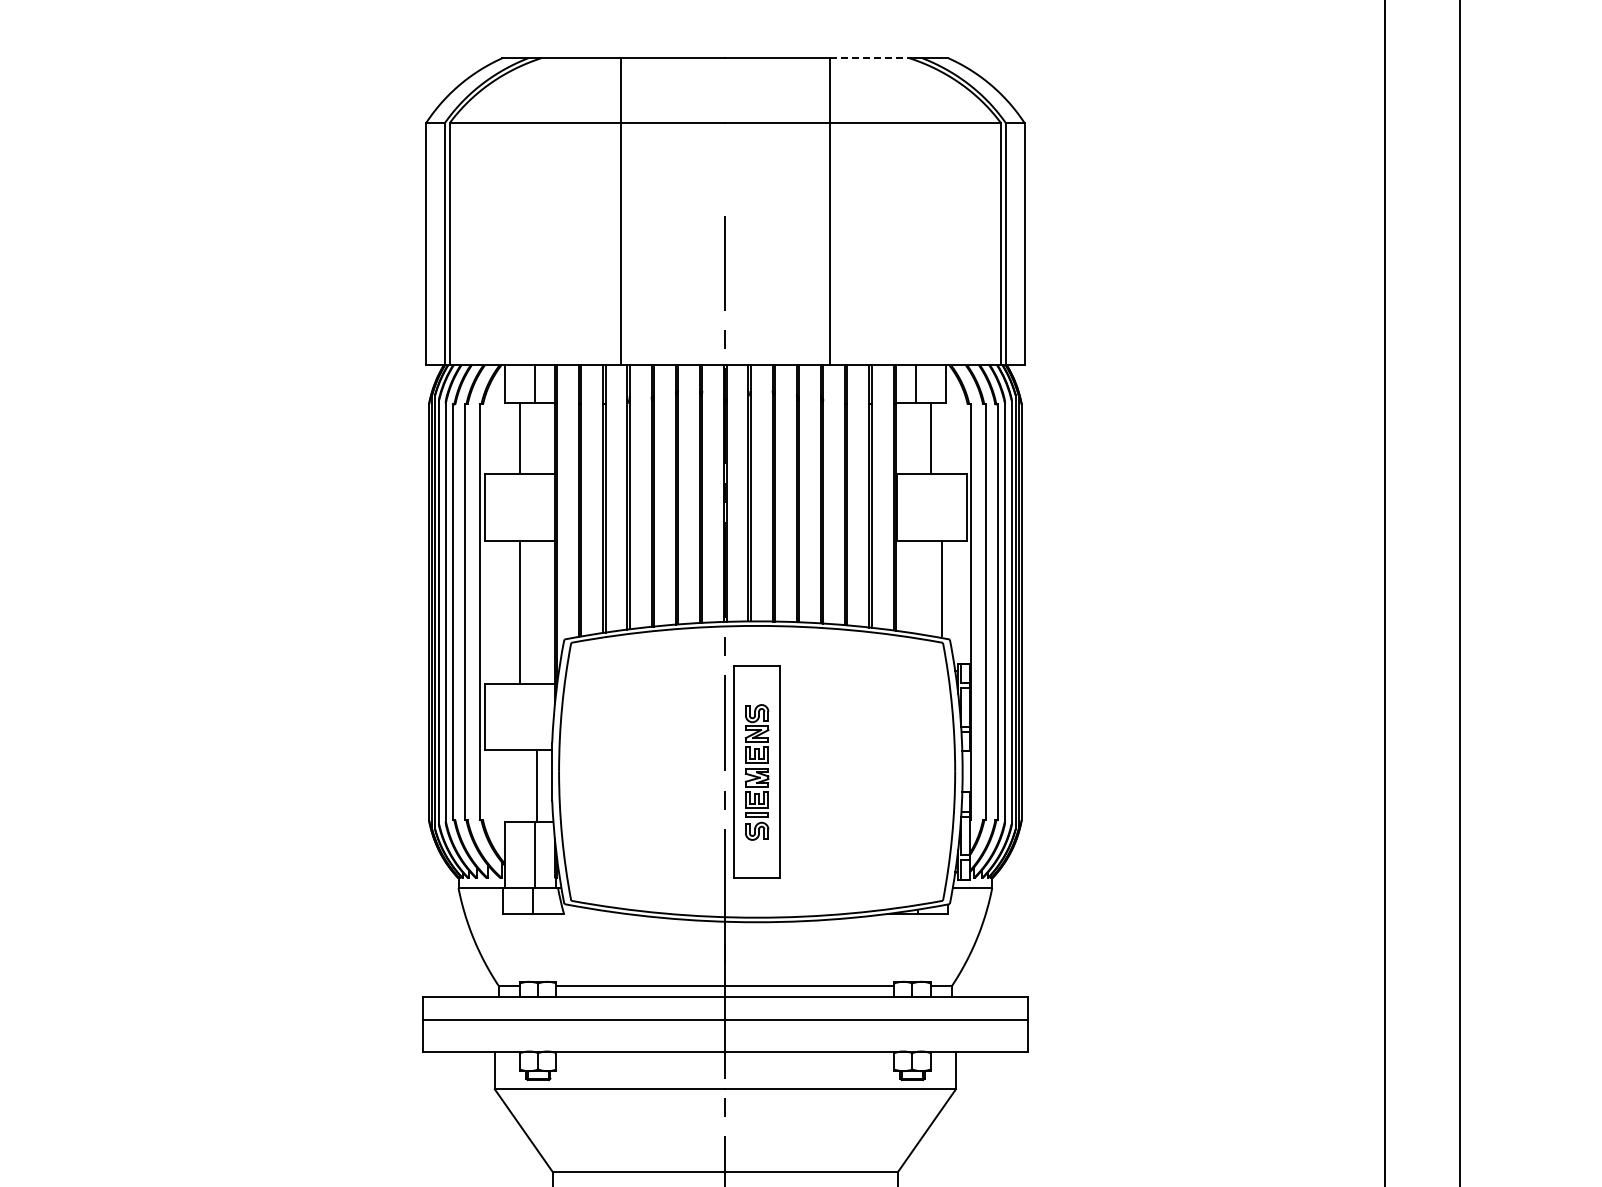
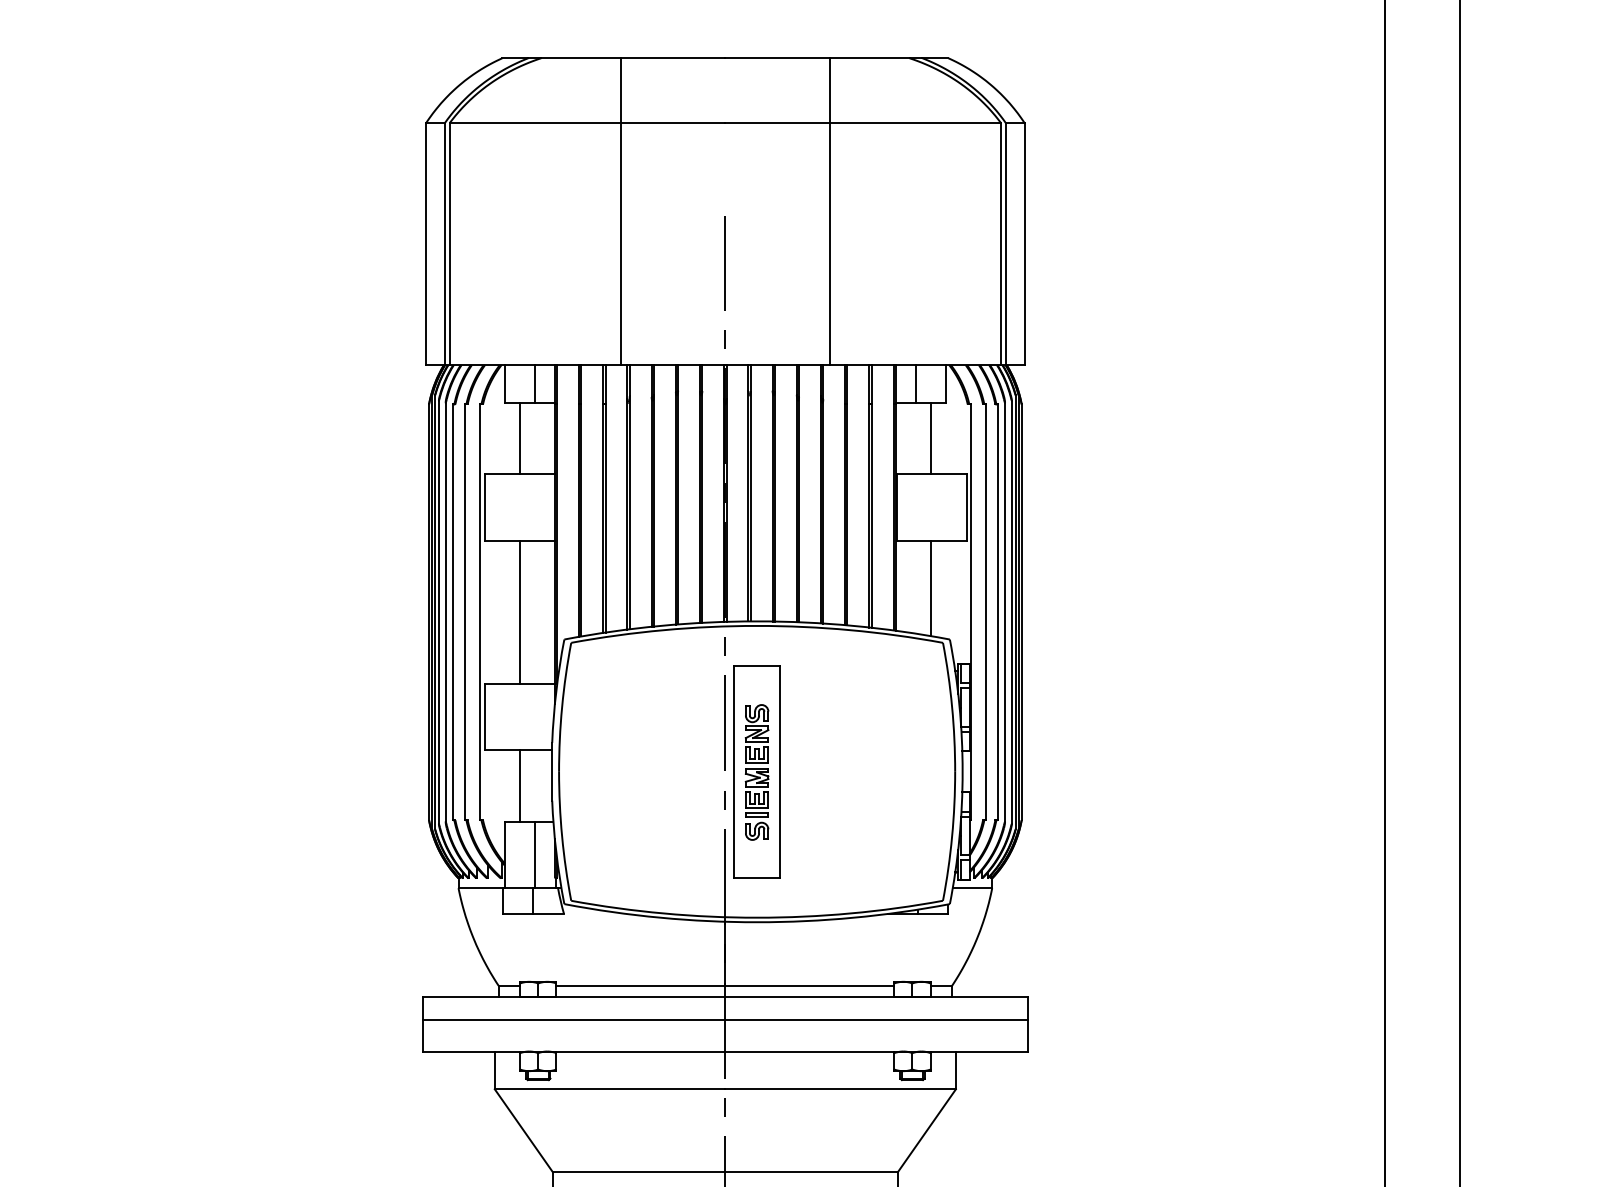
line at (869, 58): dashed -> solid
line at (941, 588) position: (941, 588) -> (930, 588)
line at (537, 785) position: (537, 785) -> (520, 785)
